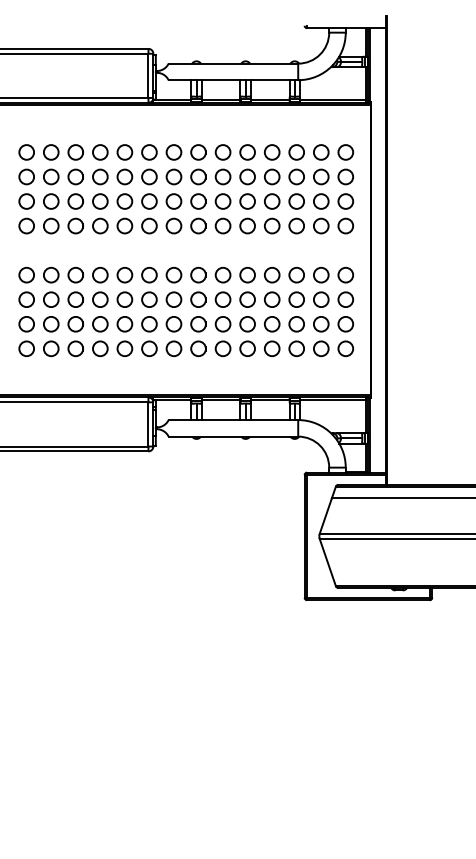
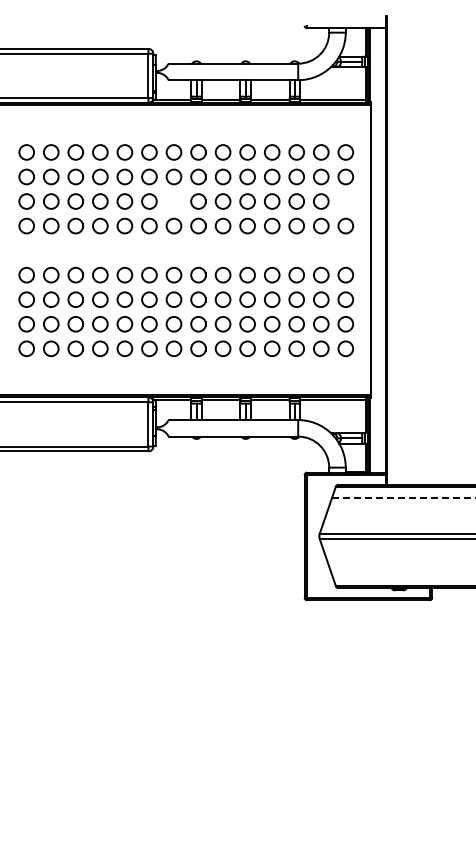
circle at (173, 201): present -> none
circle at (345, 201): present -> none
line at (403, 498): solid -> dashed
